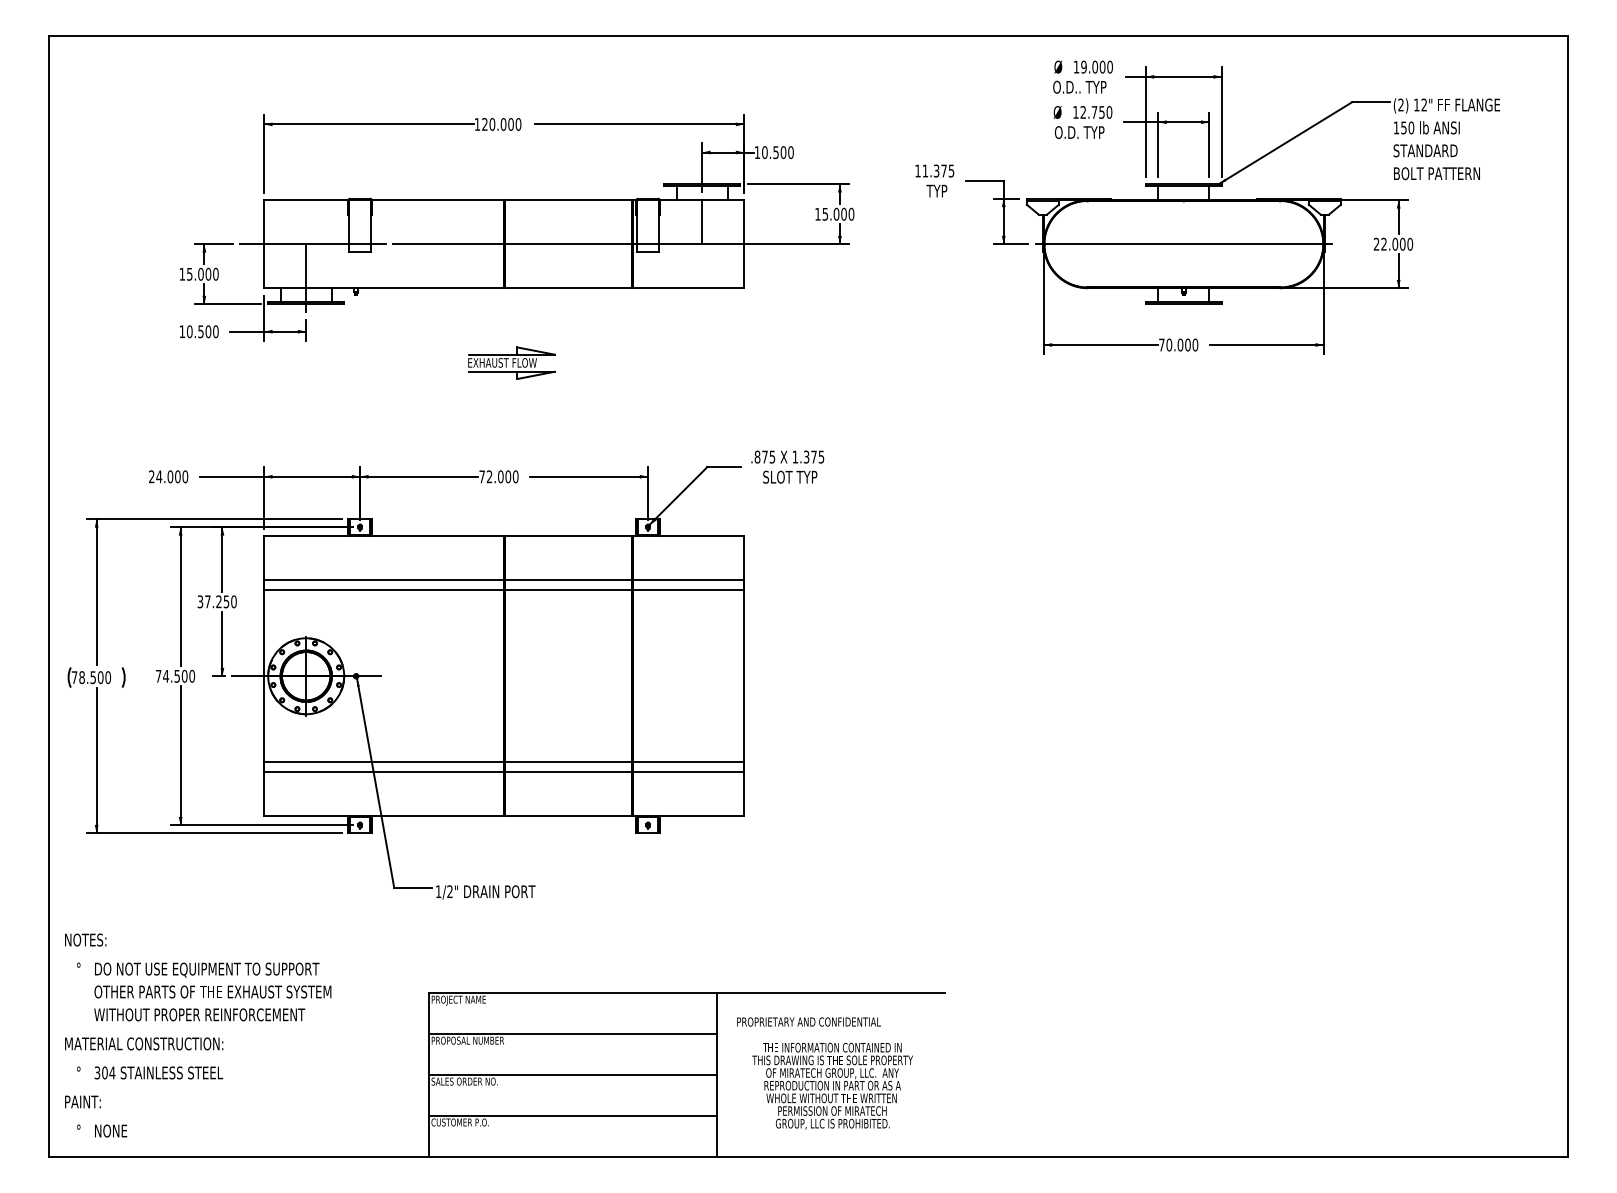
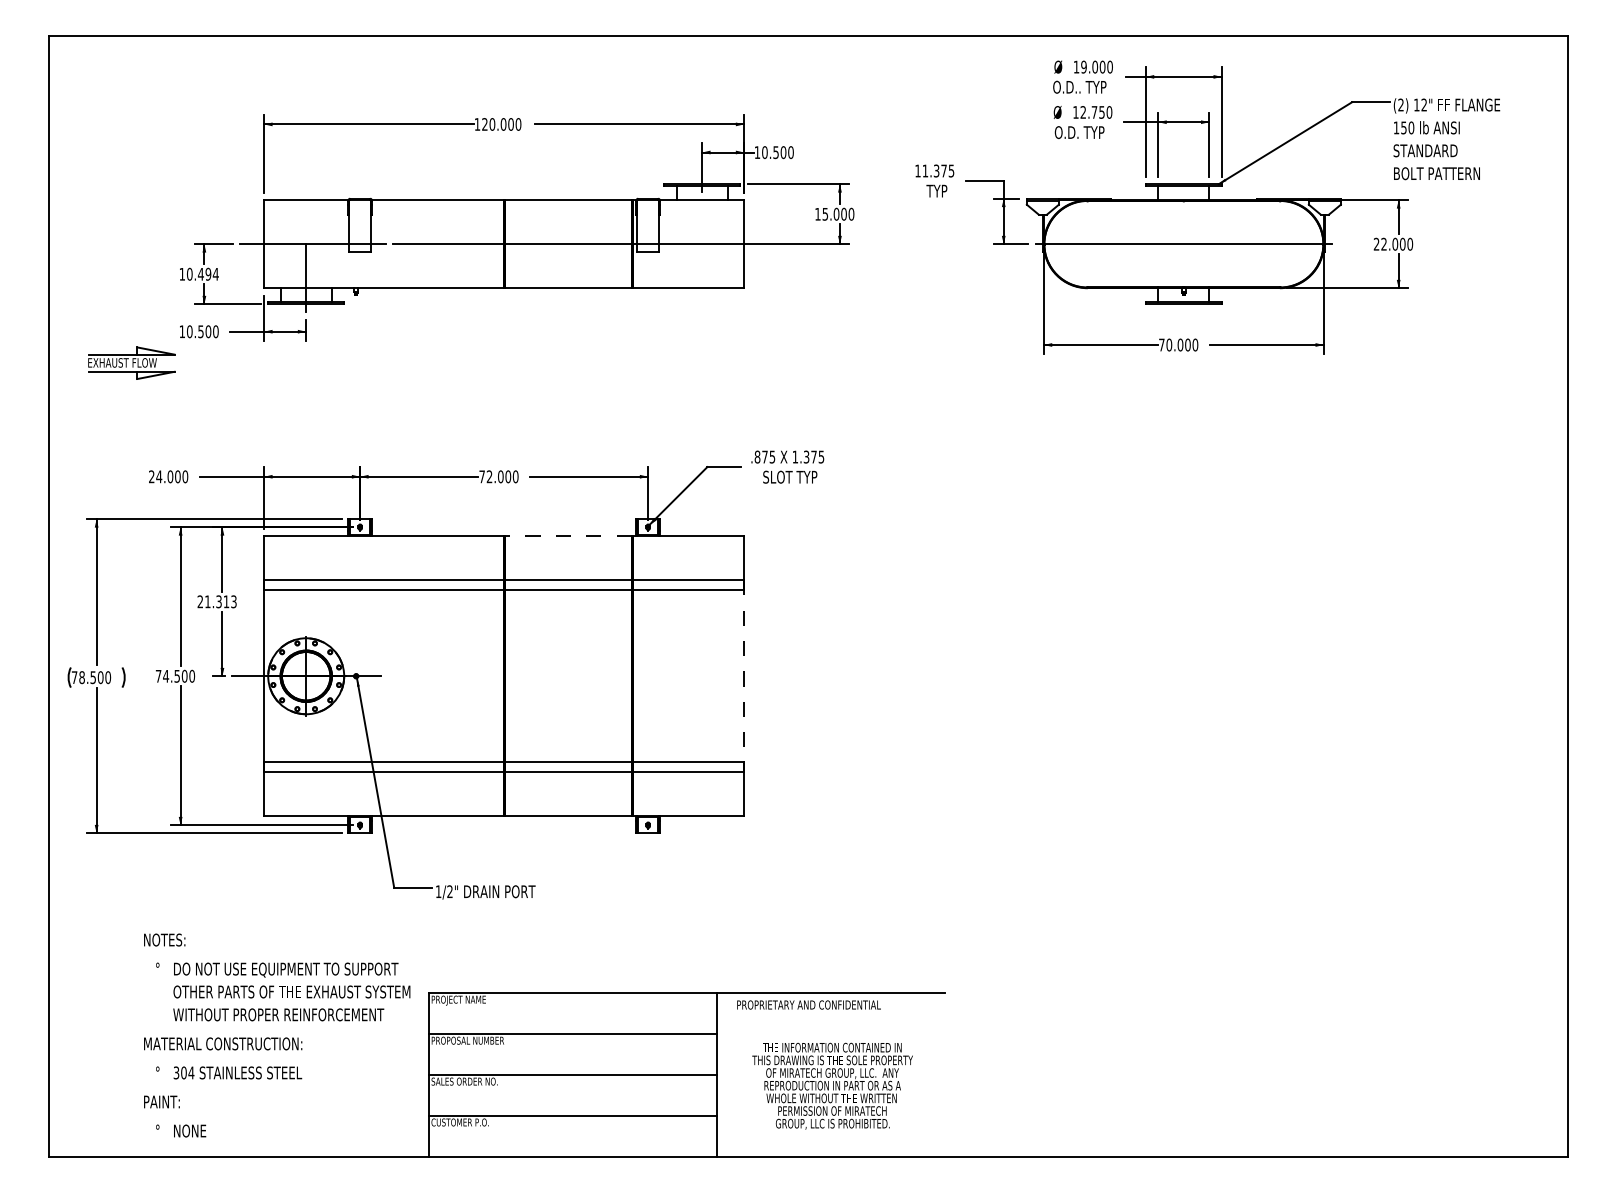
line at (702, 221): present -> none
text at (202, 273): 15.000 -> 10.494
part at (511, 362) position: (511, 362) -> (131, 362)
line at (567, 536): solid -> dashed
text at (216, 601): 37.250 -> 21.313
line at (744, 676): solid -> dashed
text at (808, 1021) position: (808, 1021) -> (808, 1004)
text at (198, 1035) position: (198, 1035) -> (277, 1035)
